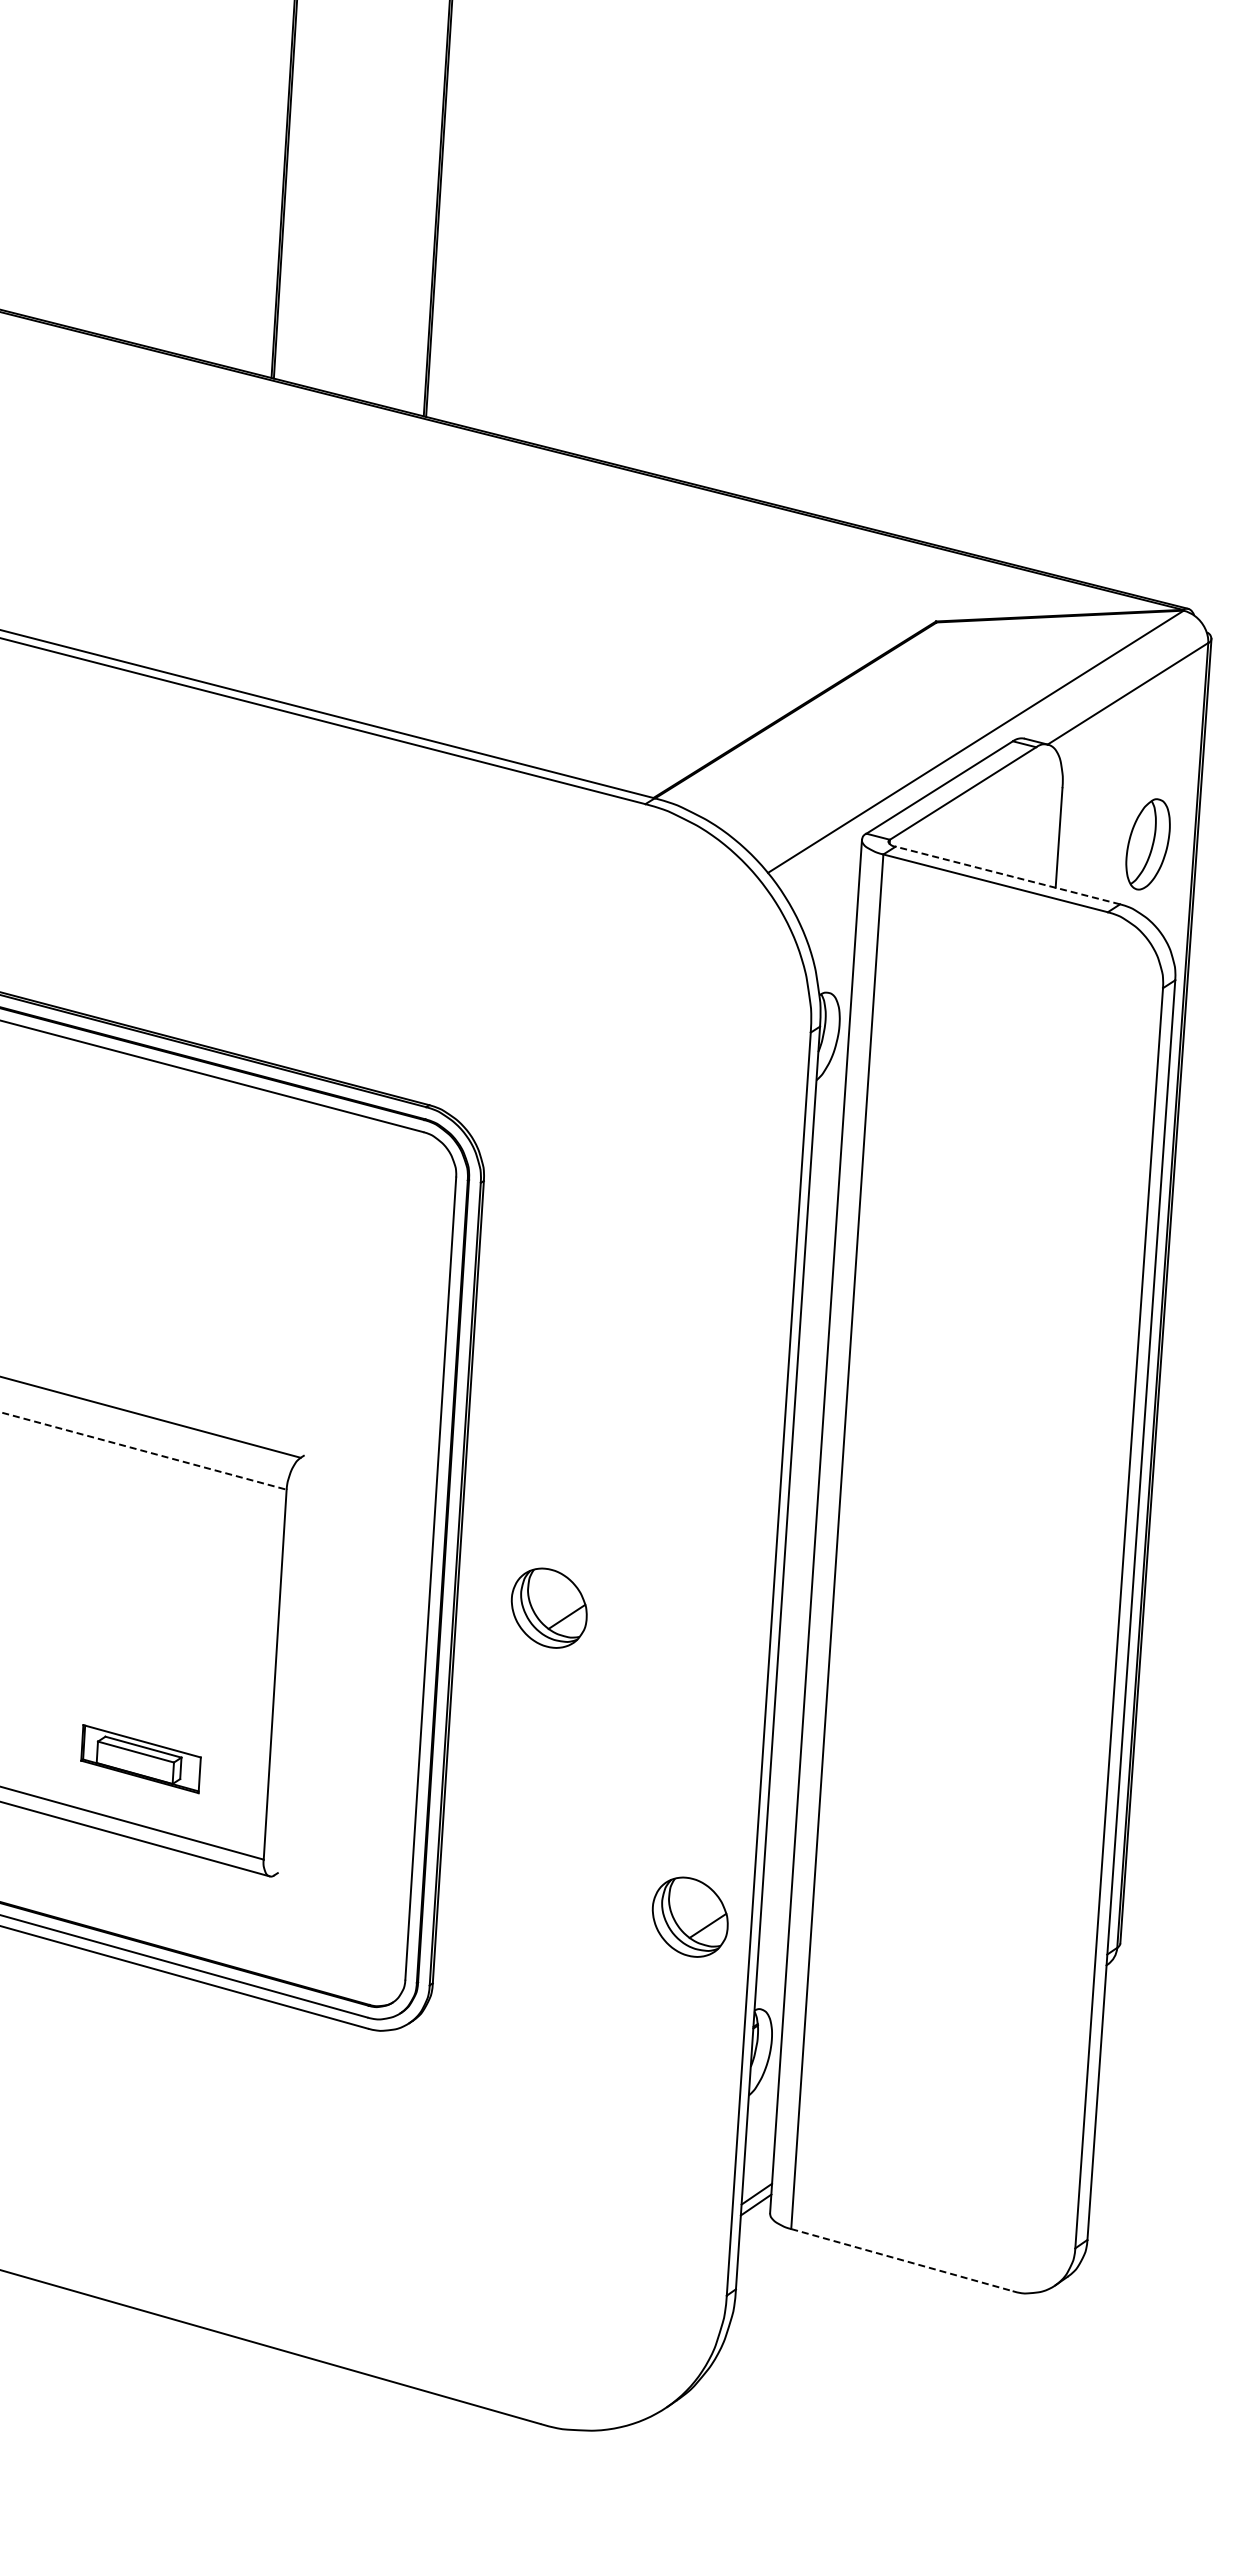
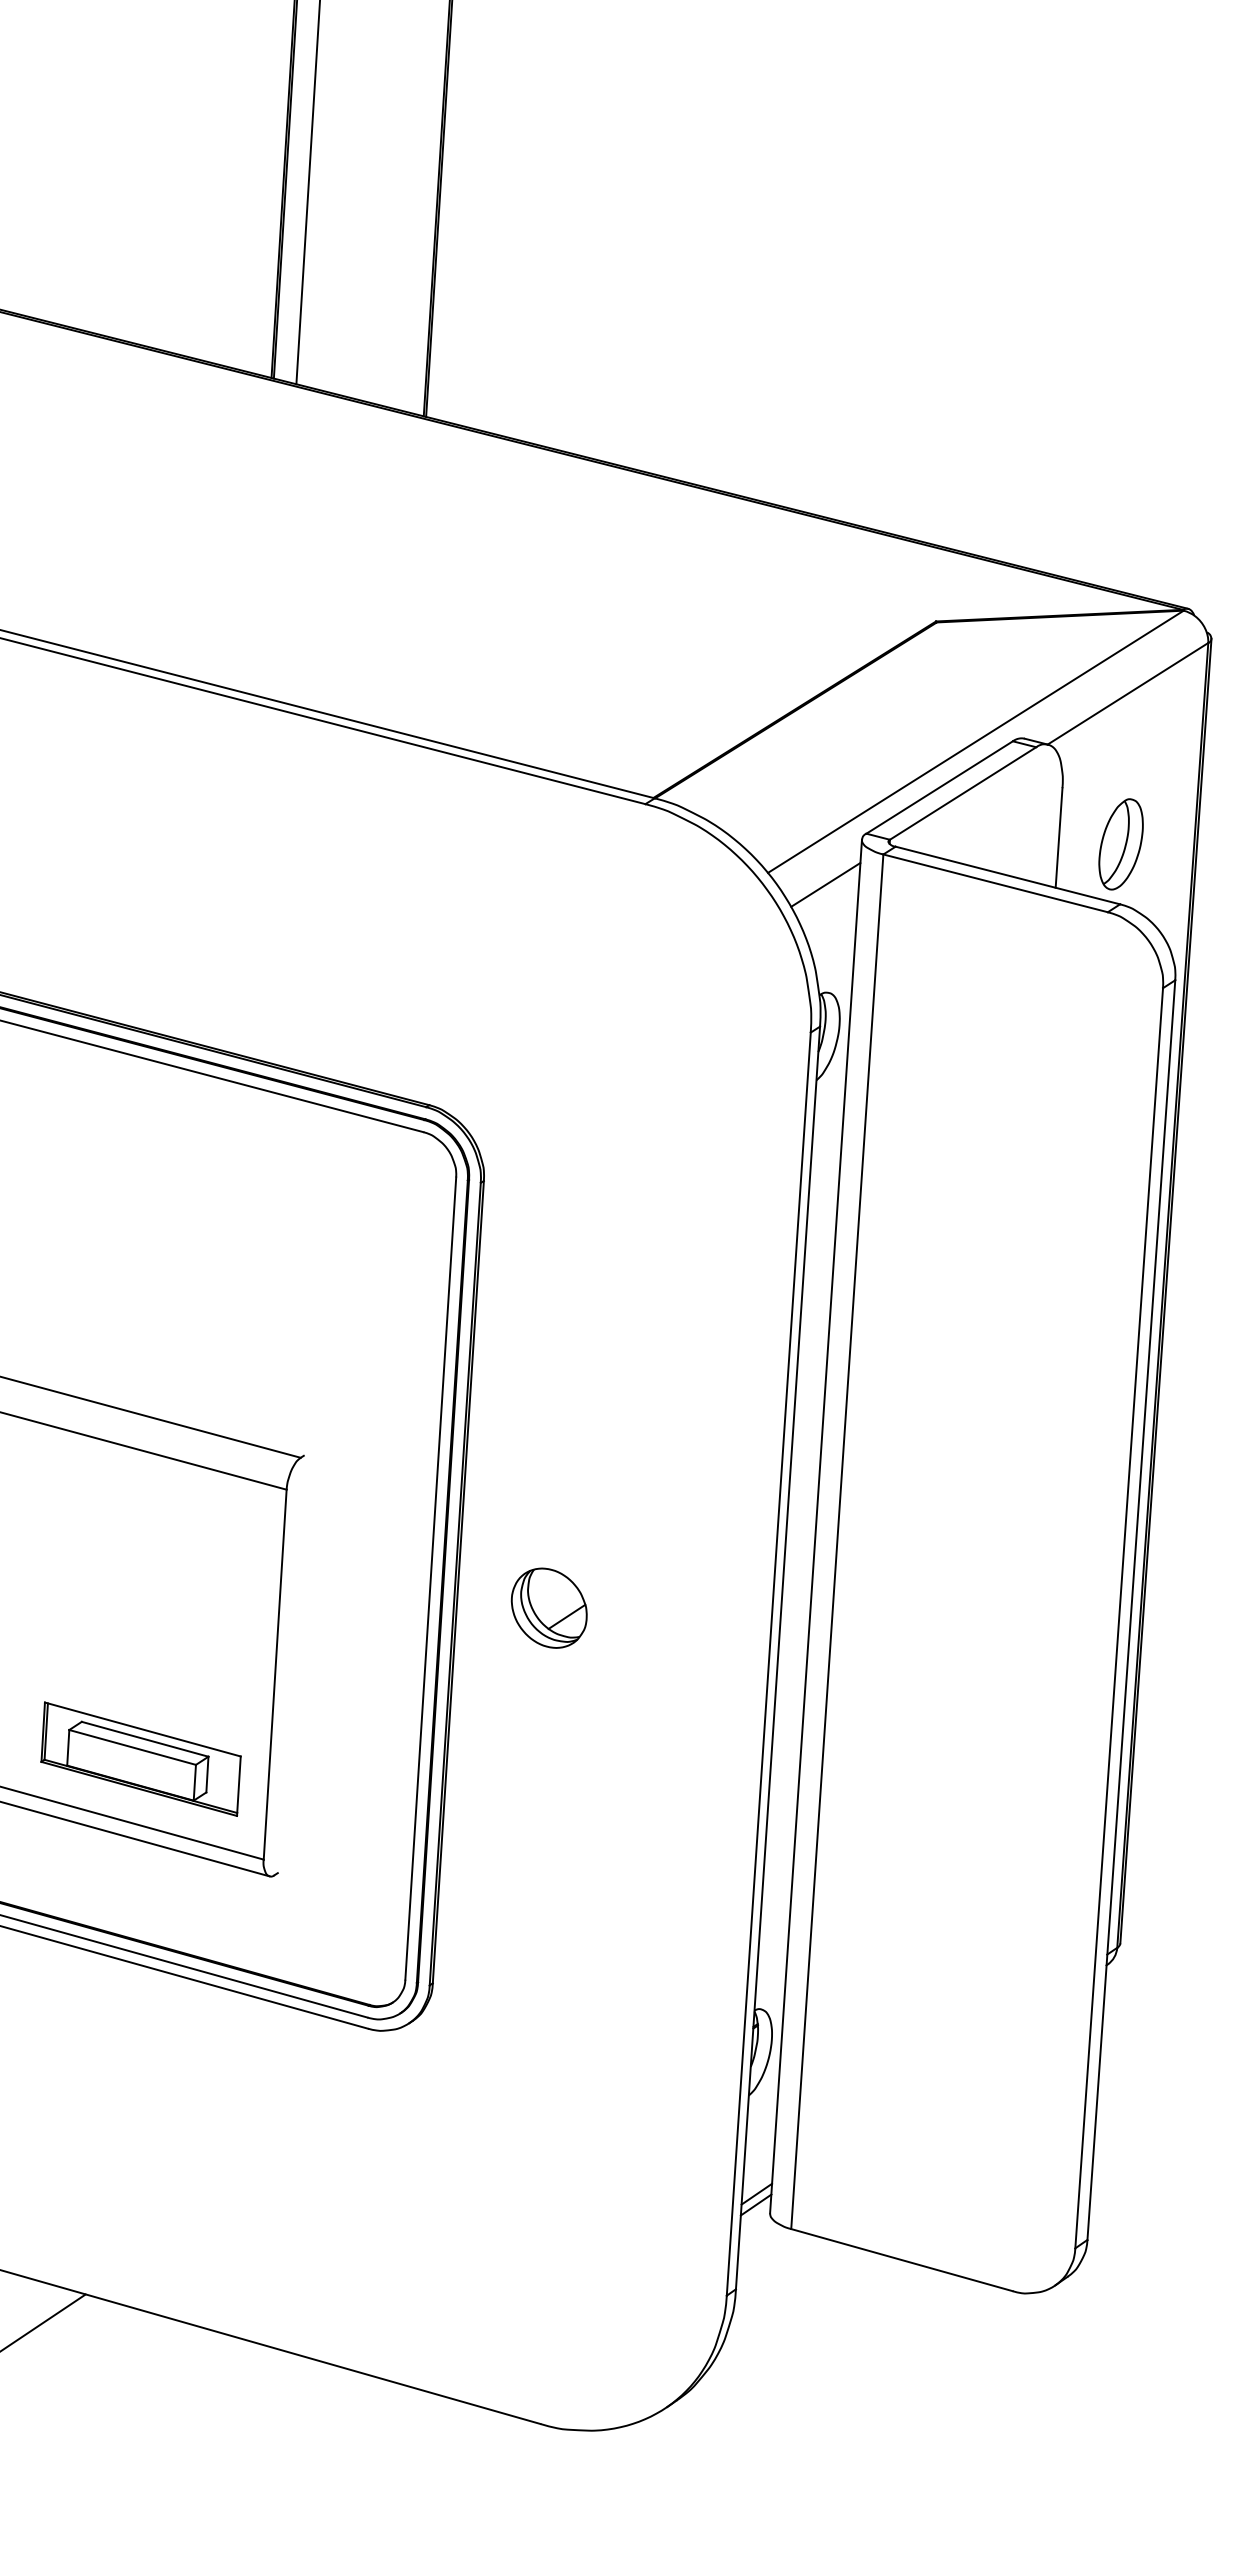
line at (307, 193): none -> present
part at (1147, 844) position: (1147, 844) -> (1120, 844)
line at (1007, 875): dashed -> solid
line at (825, 884): none -> present
line at (143, 1451): dashed -> solid
part at (140, 1759) size: 122x71 px -> 202x116 px
part at (689, 1916): present -> none
line at (901, 2260): dashed -> solid
line at (43, 2322): none -> present
